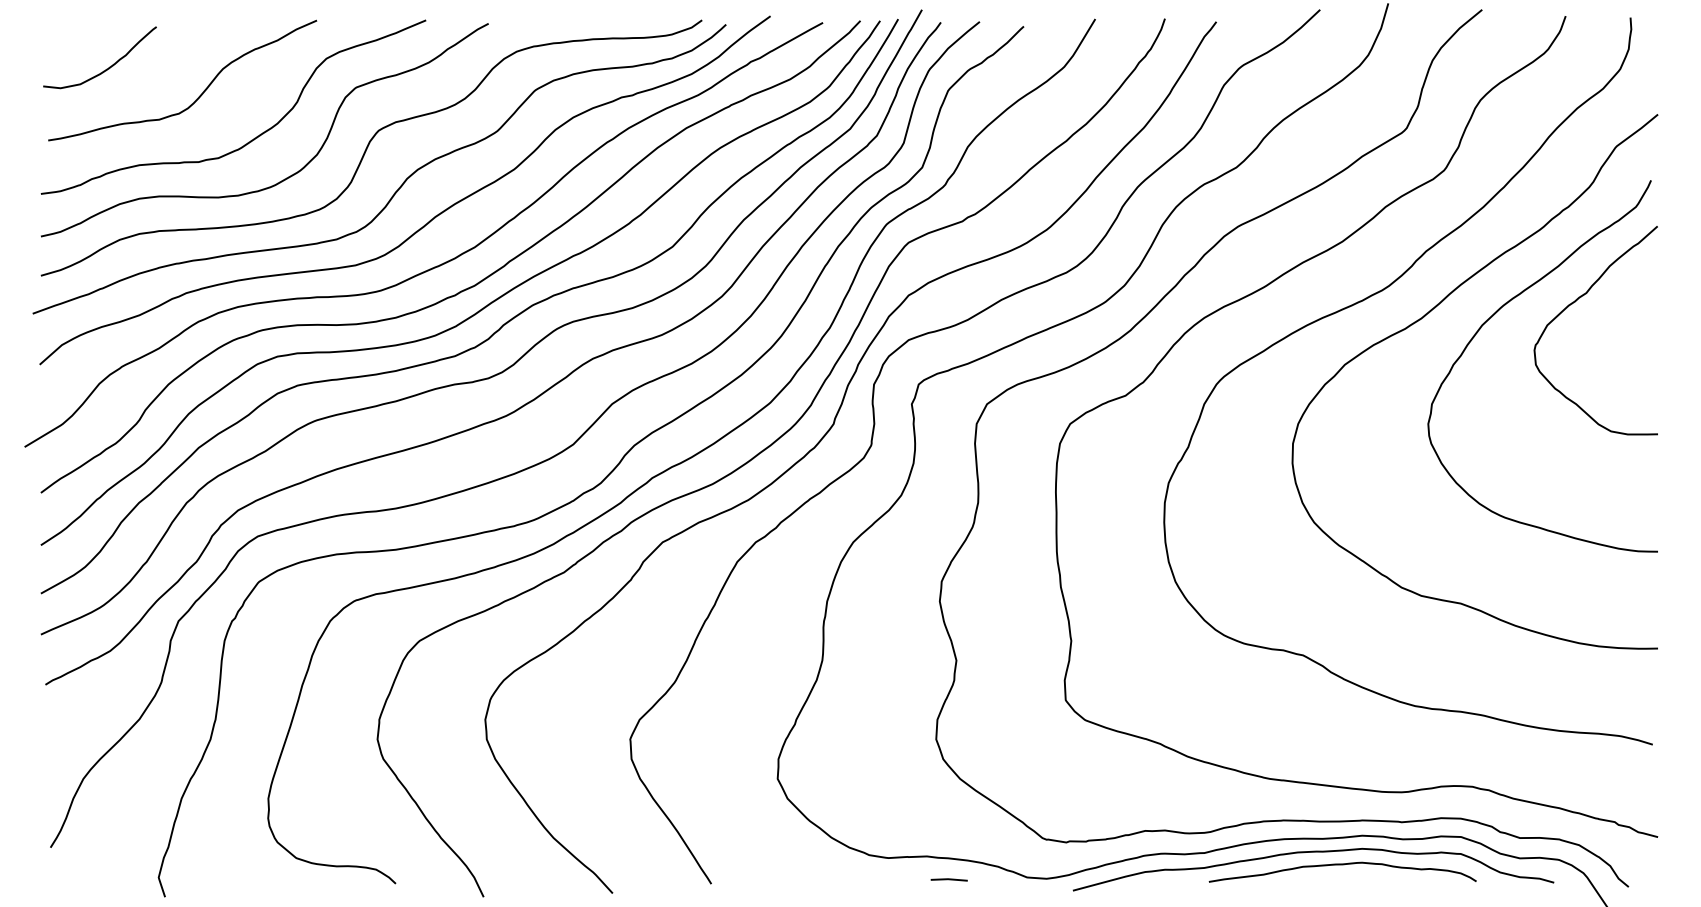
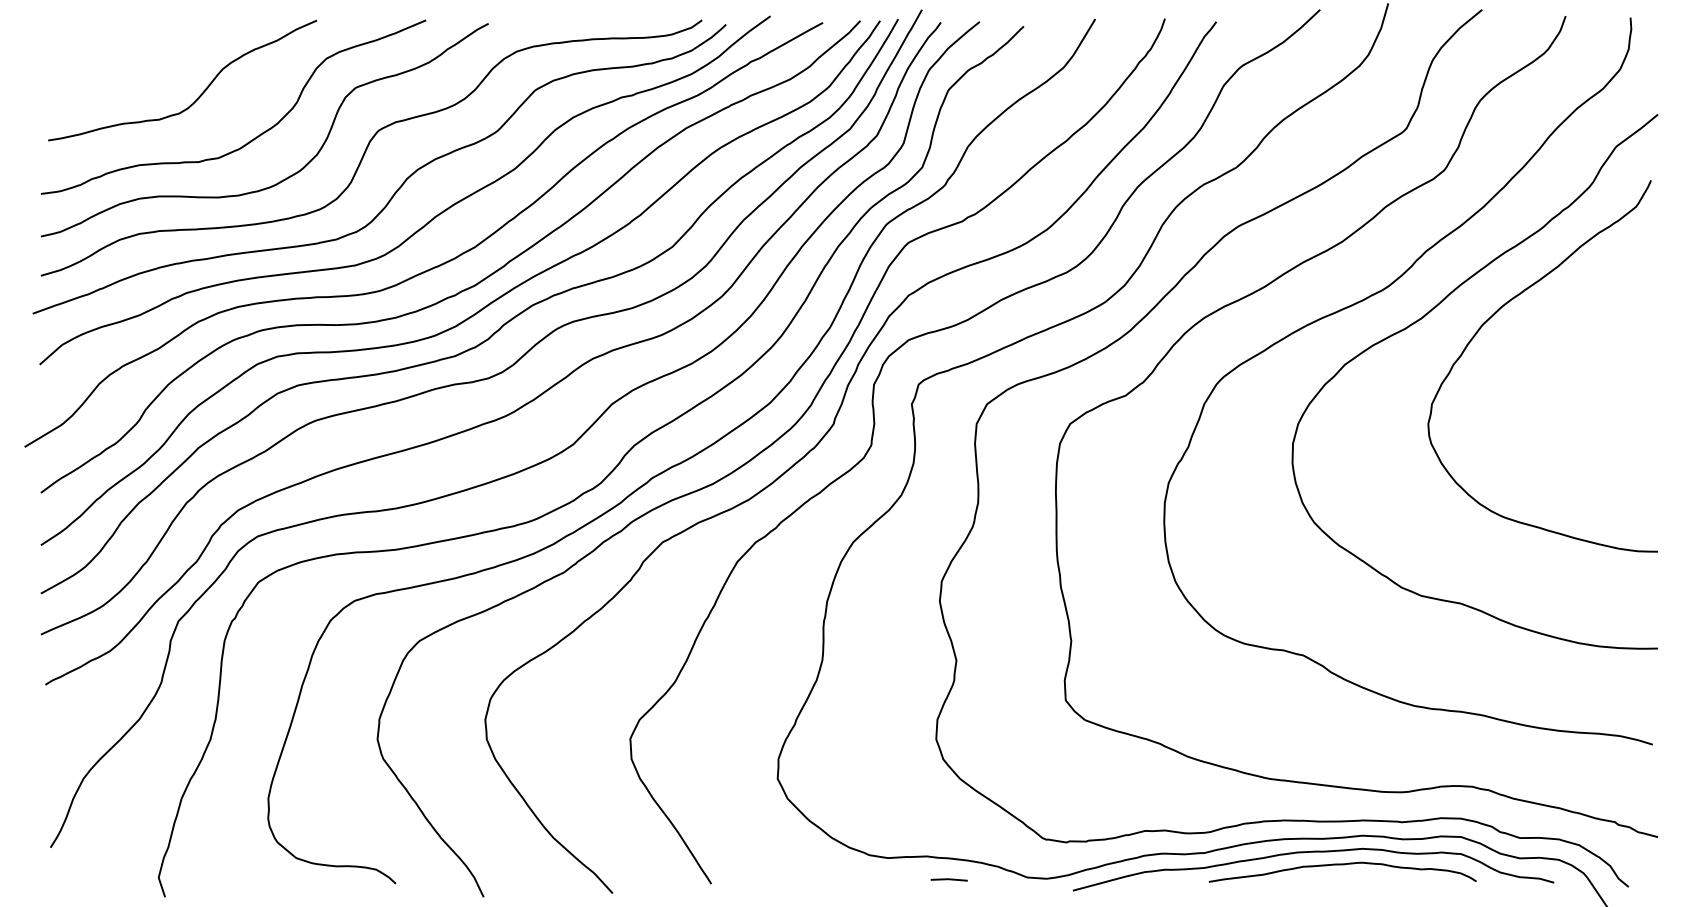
curve at (106, 68): present -> none
curve at (1575, 302): present -> none
